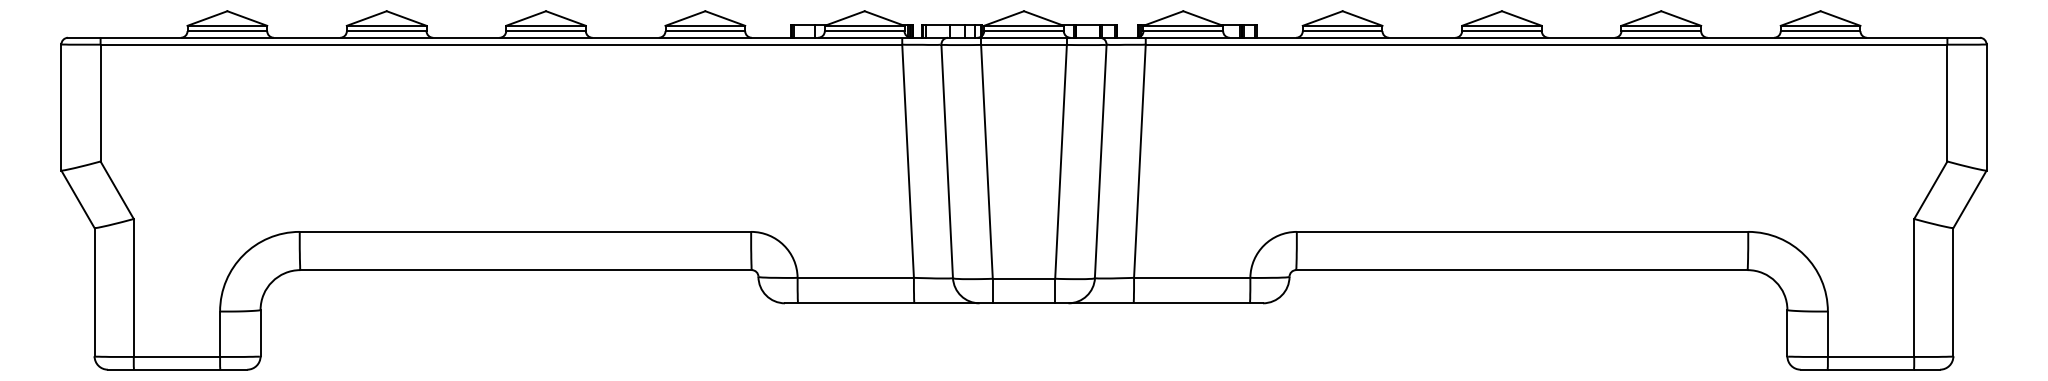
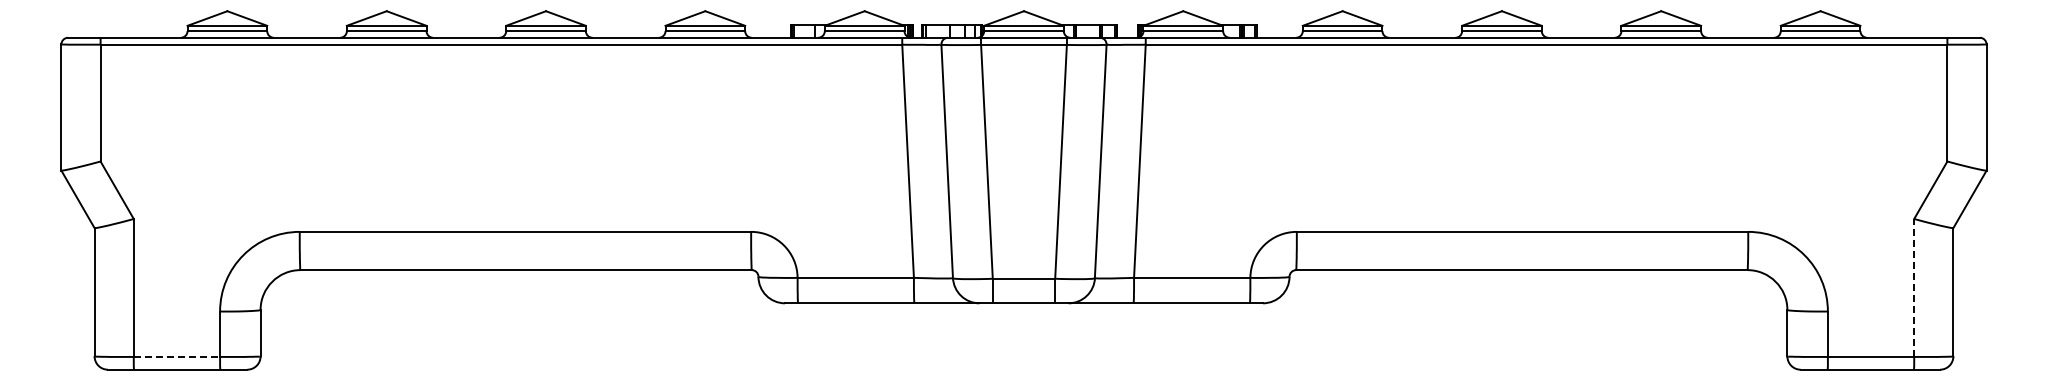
line at (1914, 287): solid -> dashed
line at (177, 356): solid -> dashed
